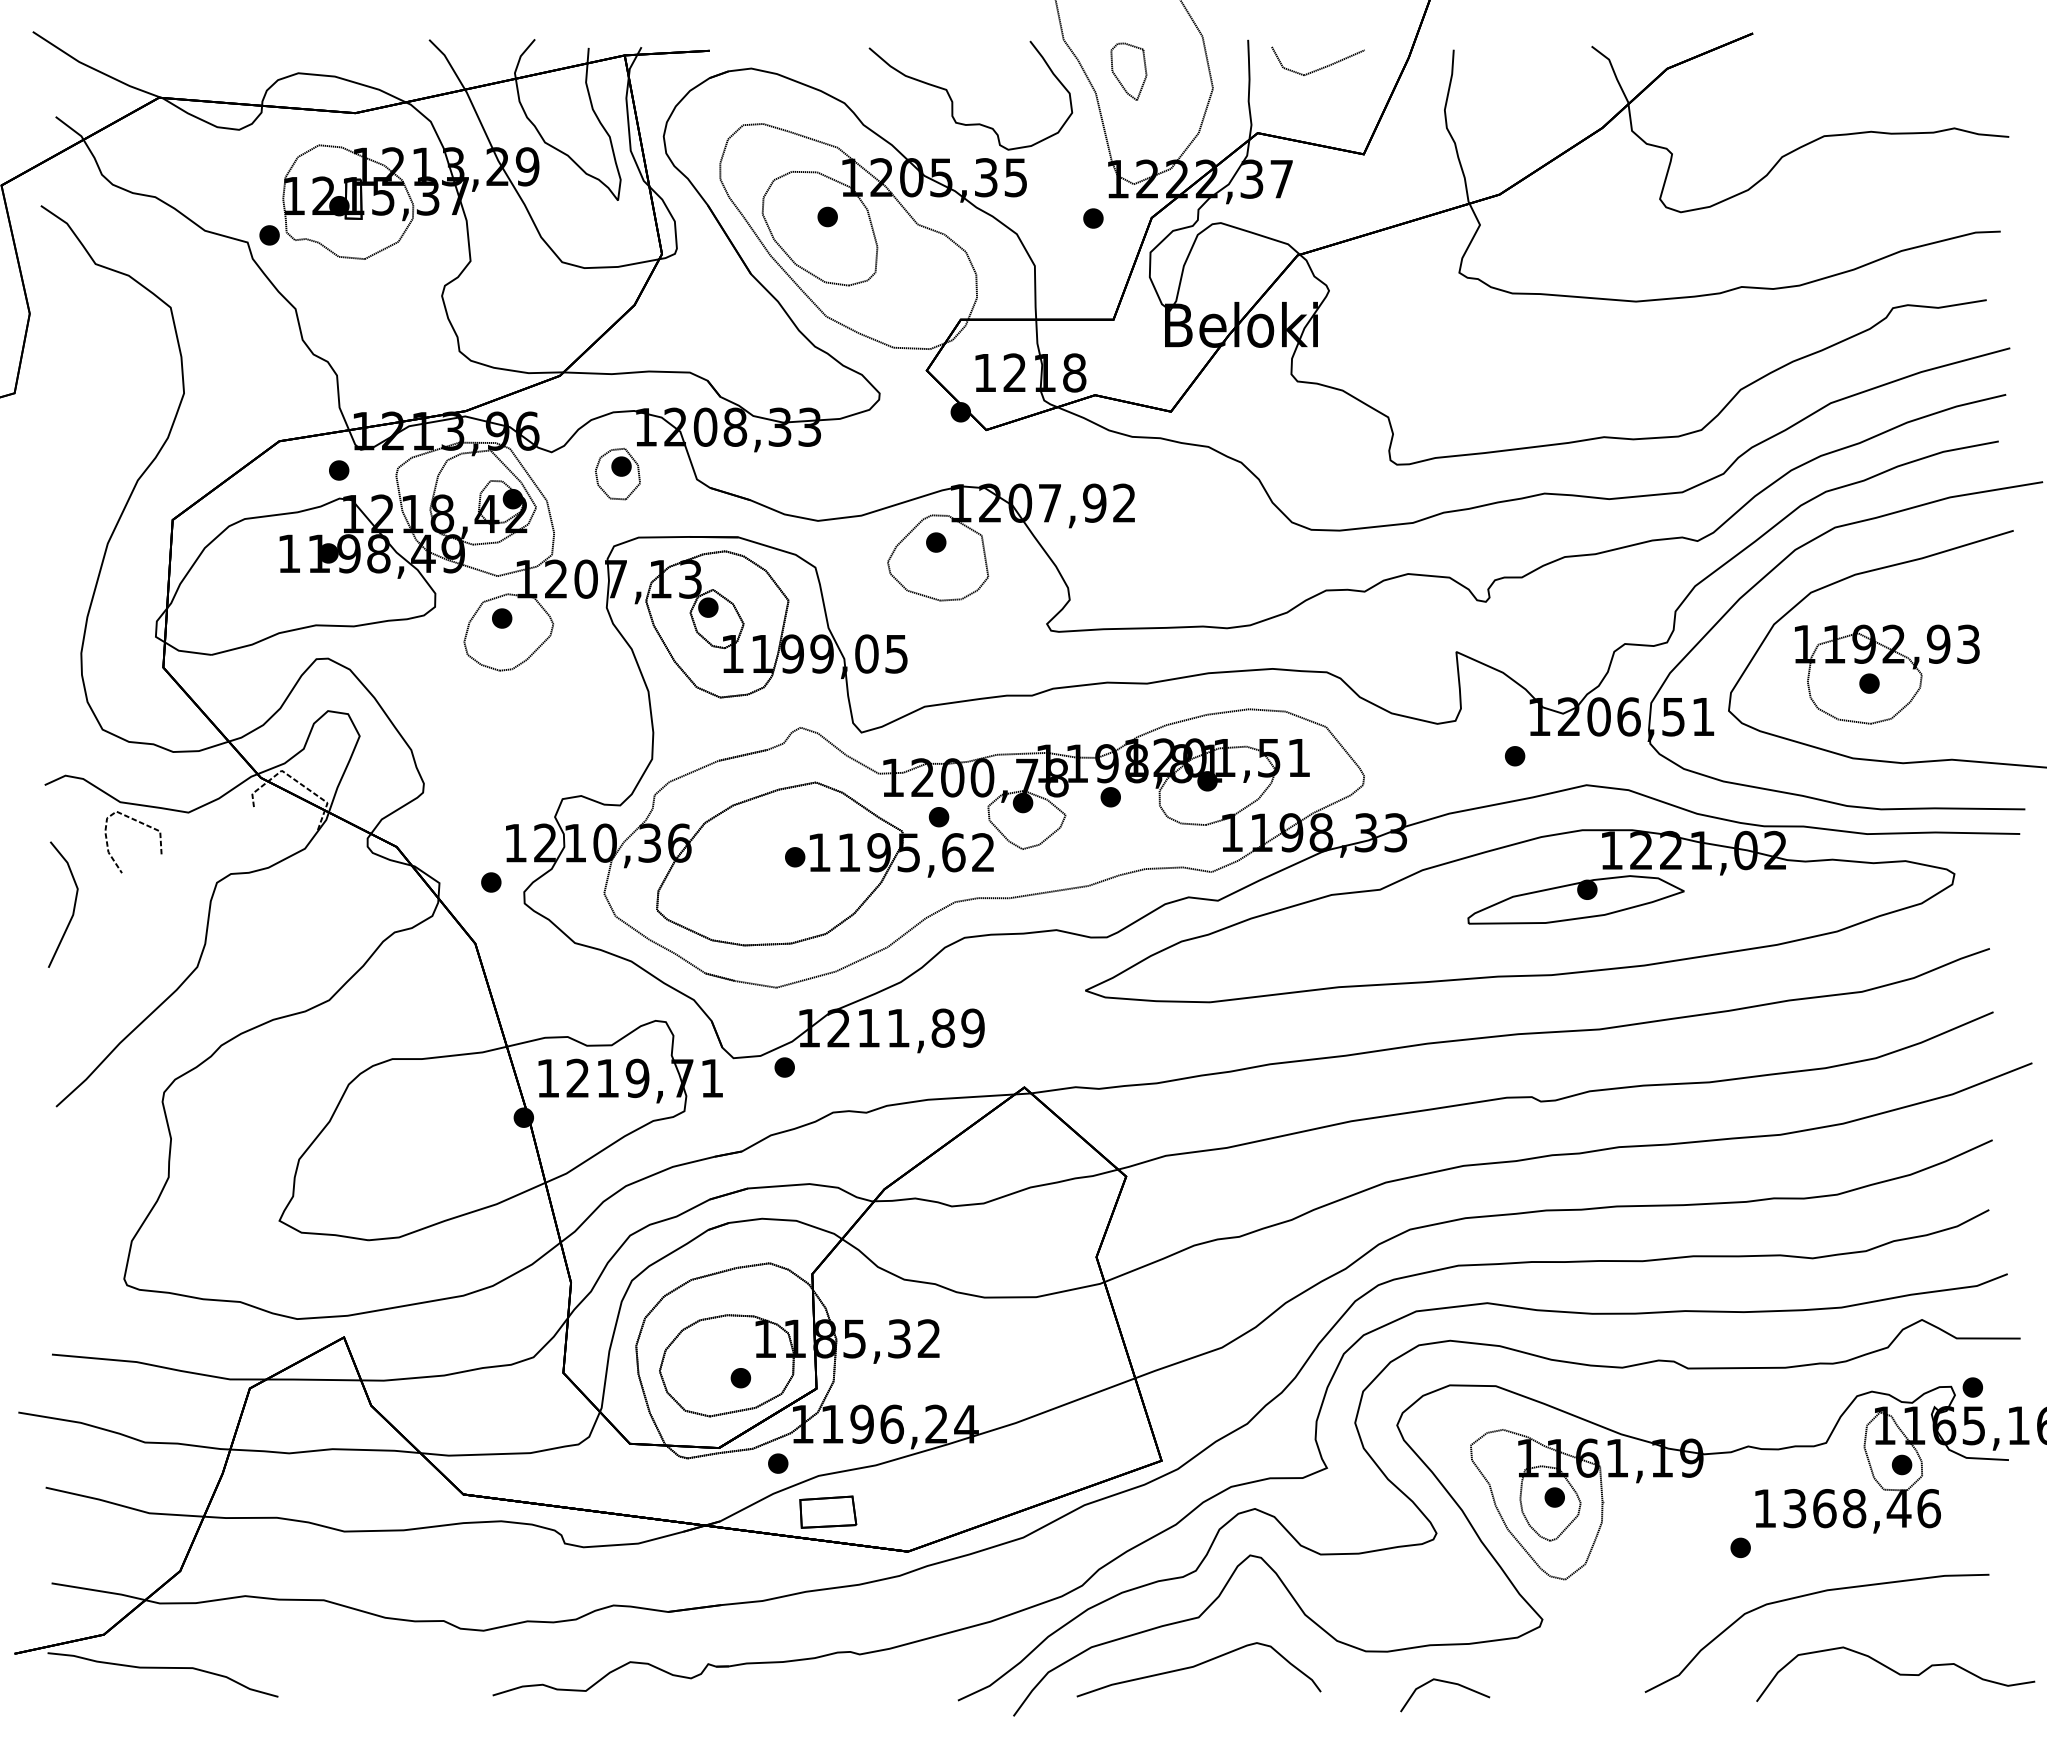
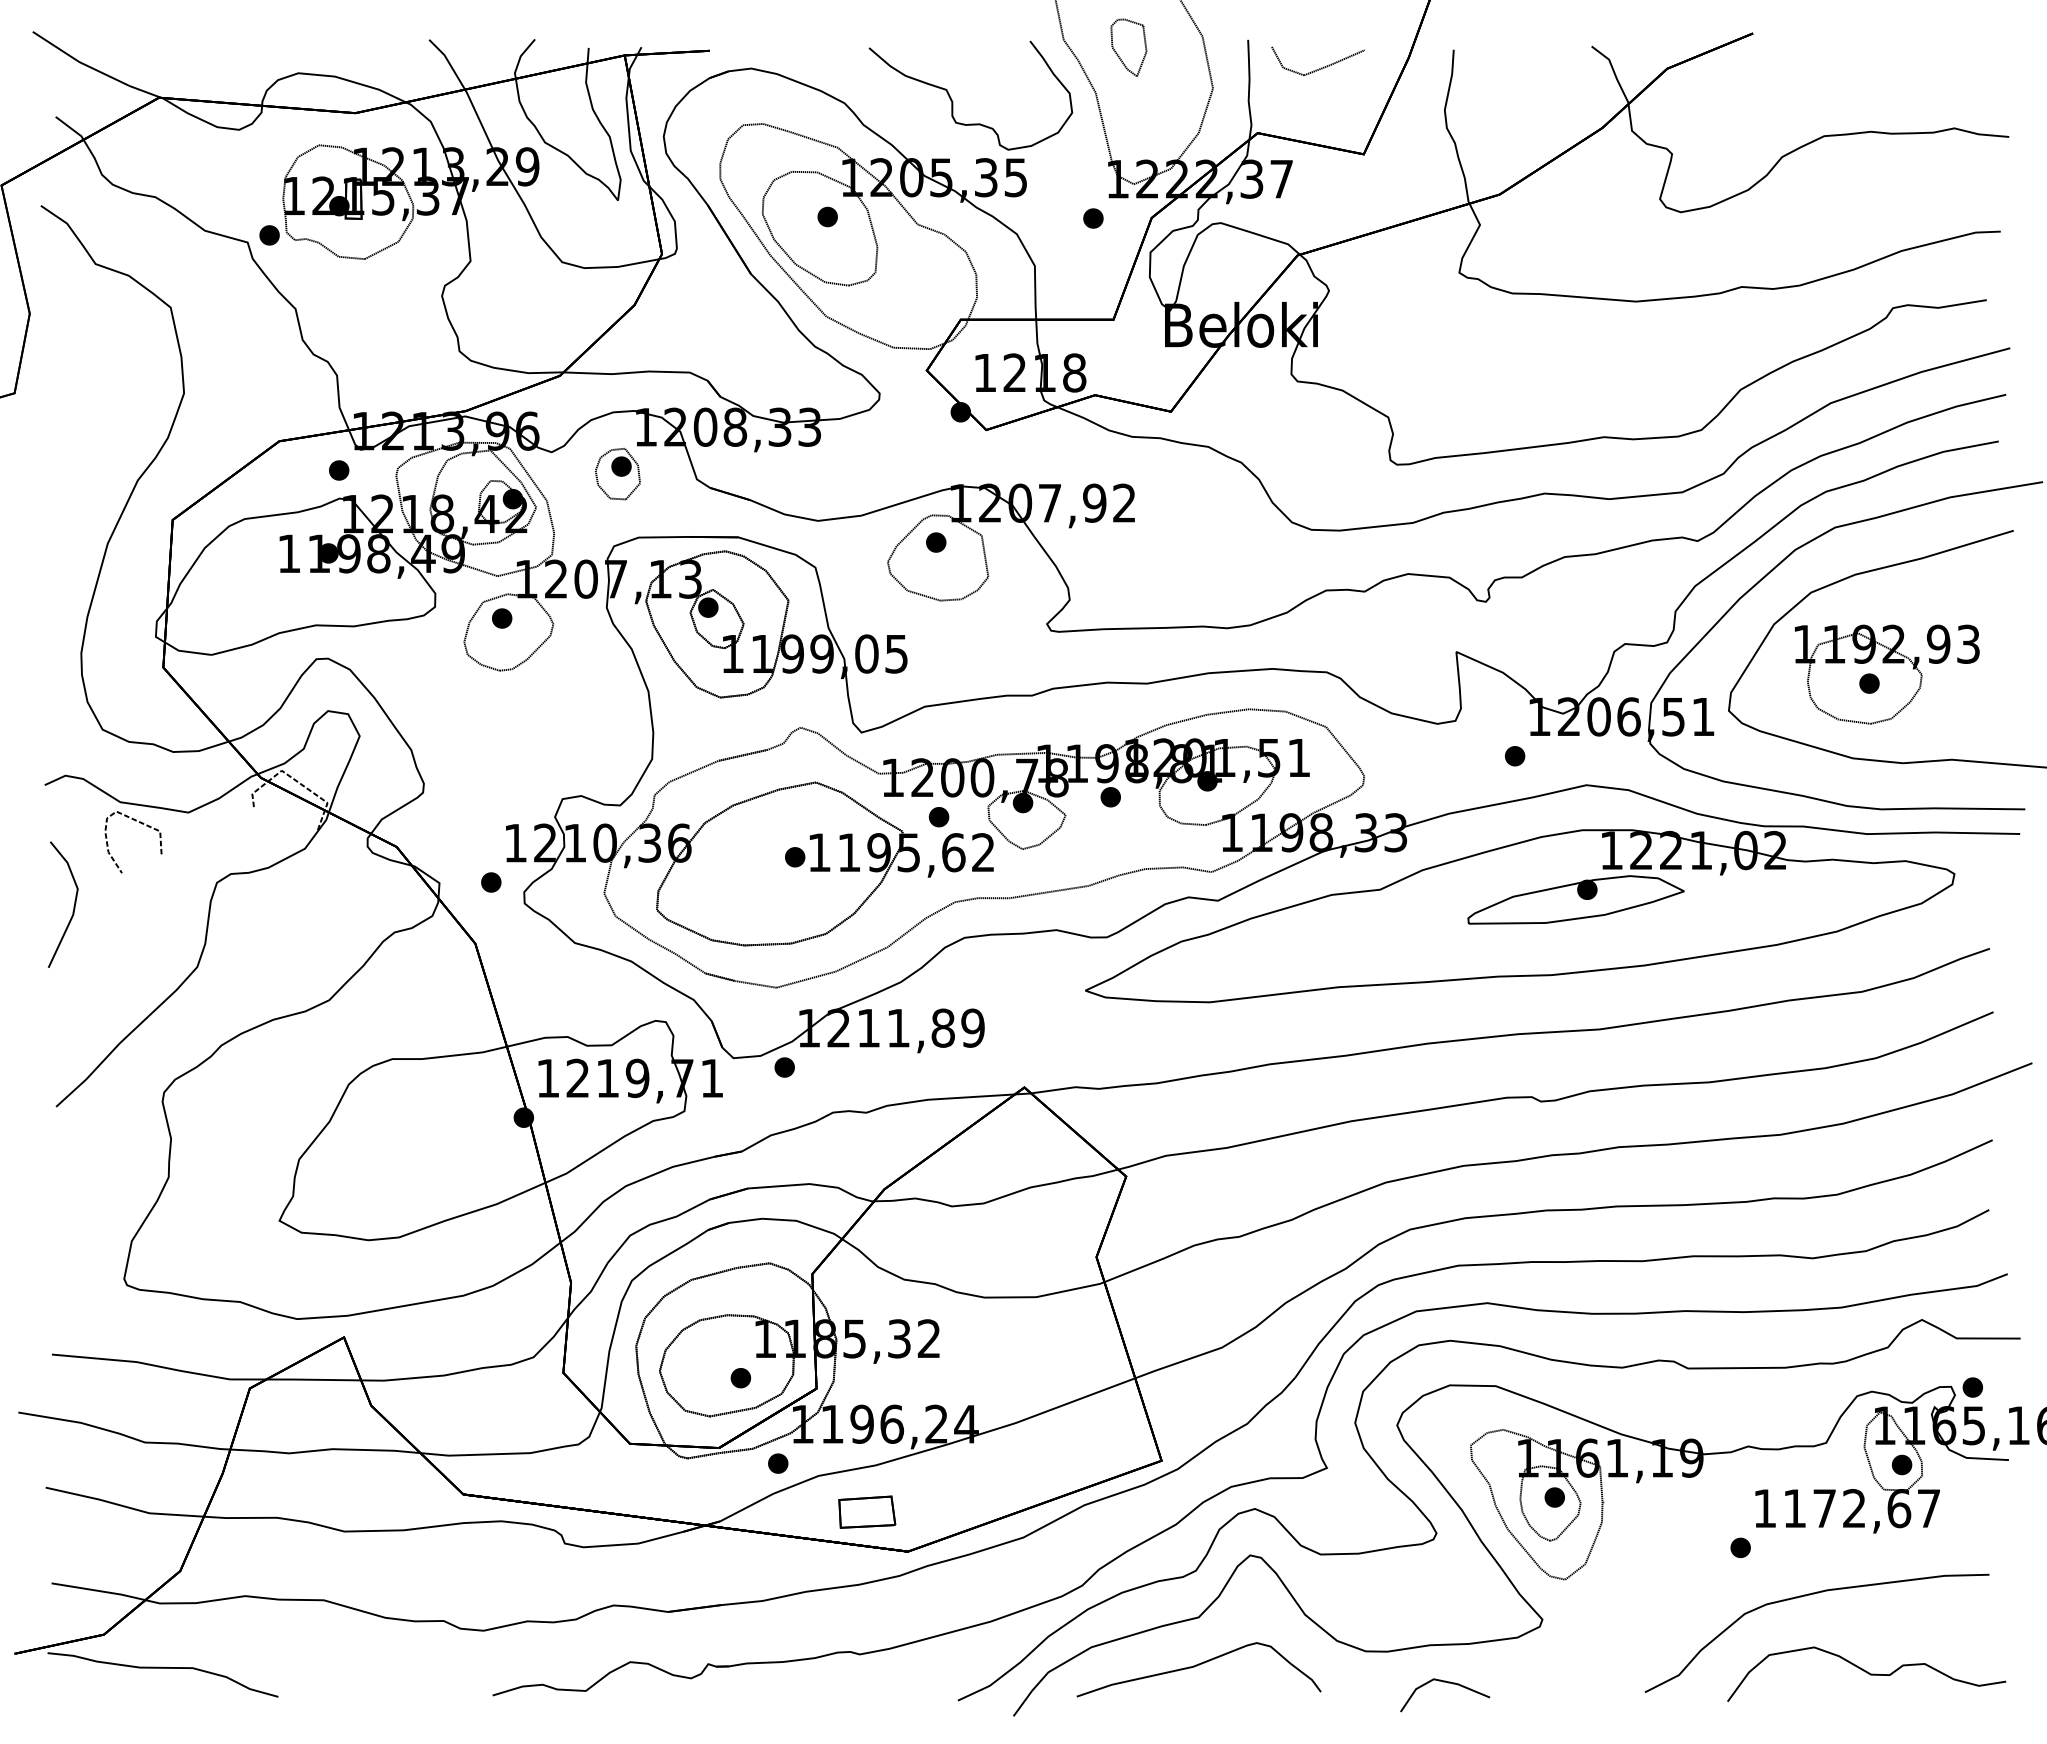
part at (1128, 71) position: (1128, 71) -> (1128, 47)
text at (1862, 1508): 1368,46 -> 1172,67
part at (828, 1511) position: (828, 1511) -> (867, 1511)
part at (1895, 1673) position: (1895, 1673) -> (1866, 1673)
